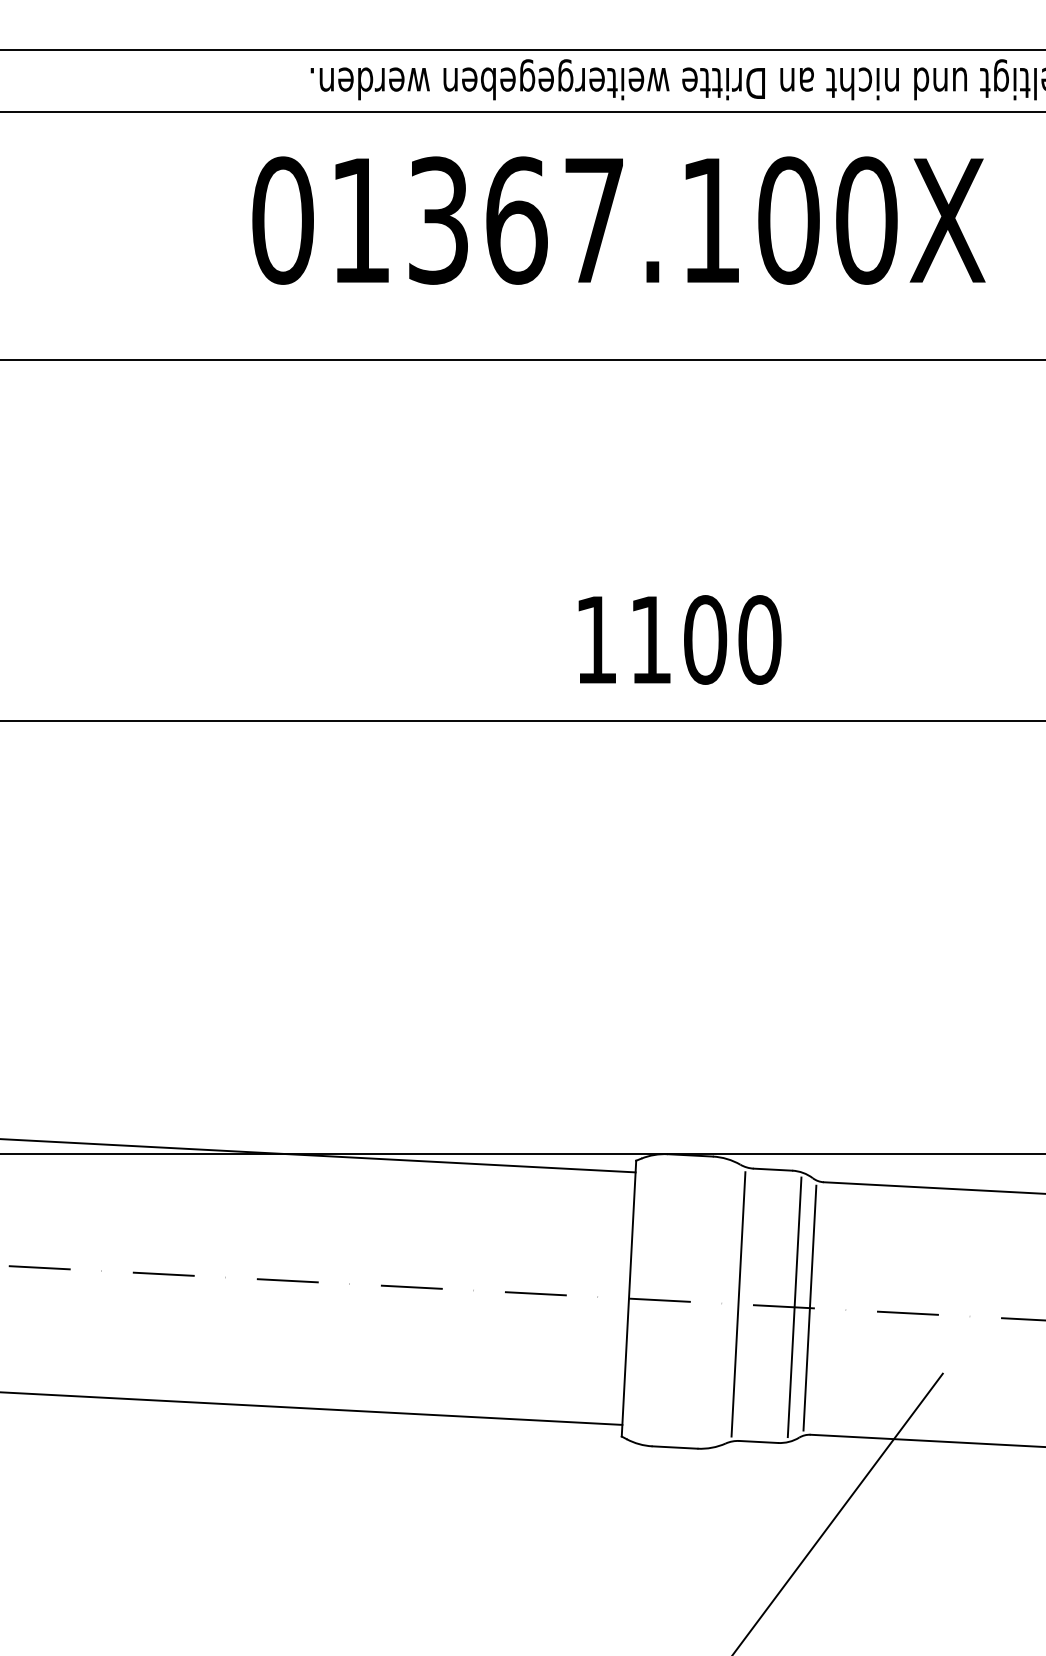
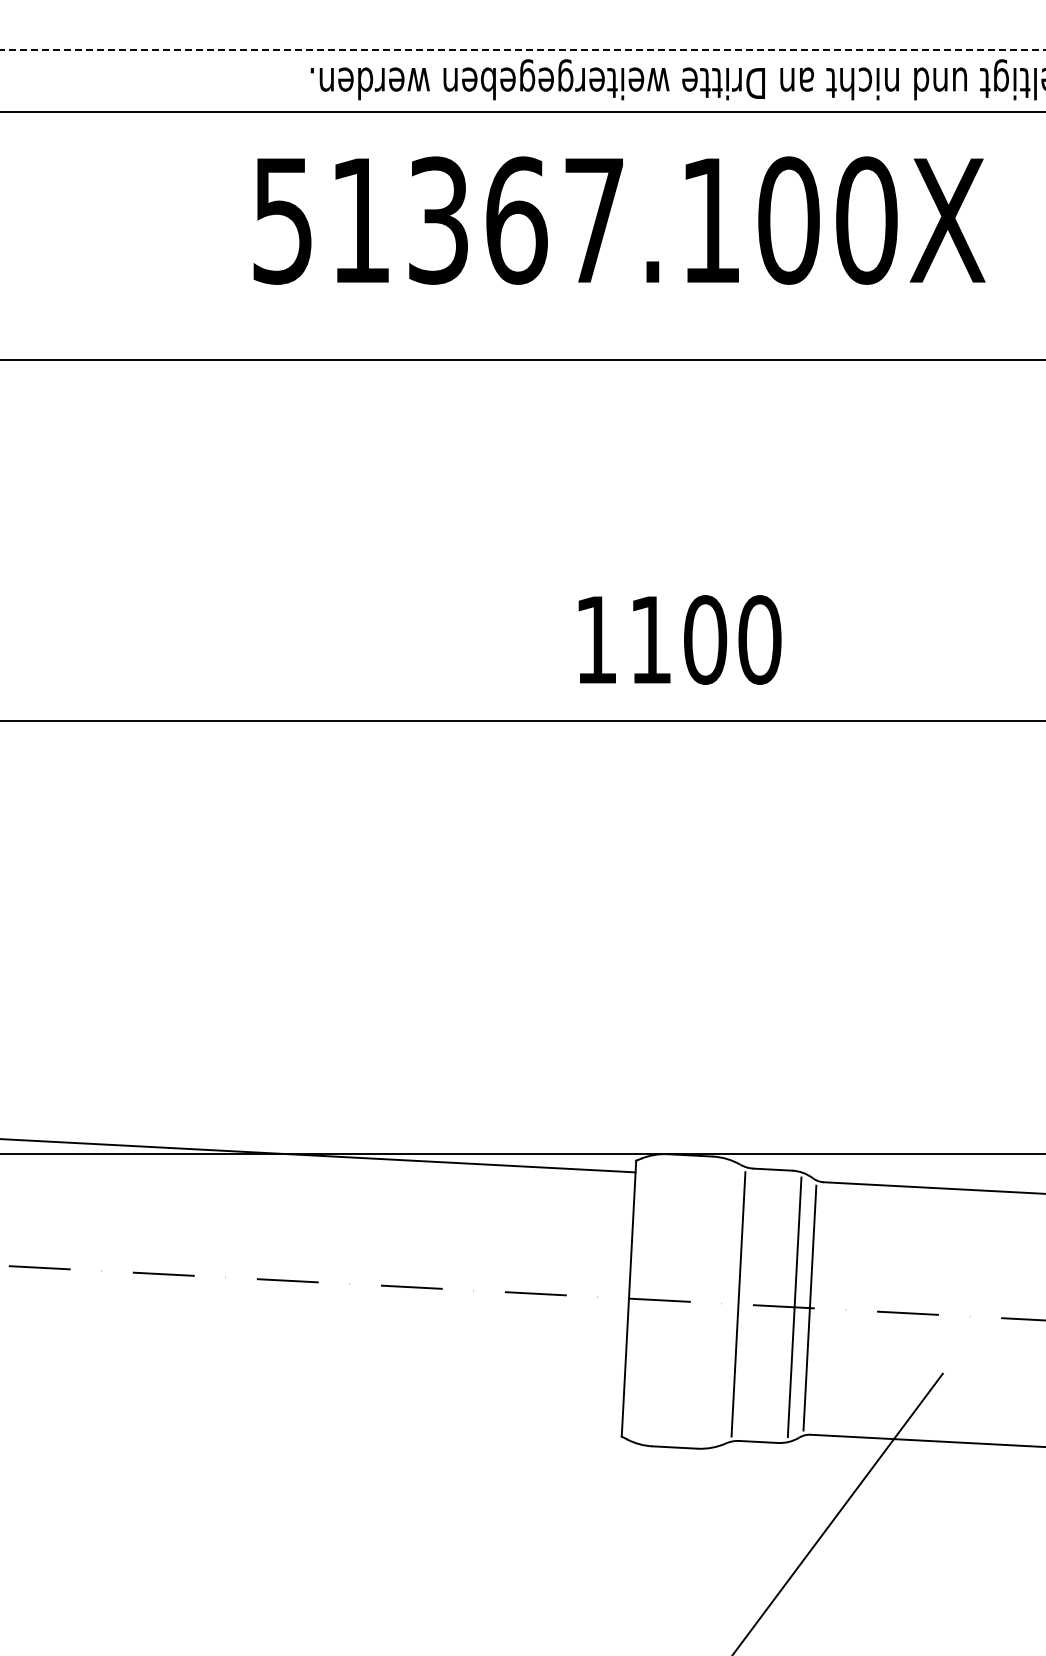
line at (522, 49): solid -> dashed
text at (282, 220): 01367.100X -> 51367.100X
line at (312, 1408): present -> none
